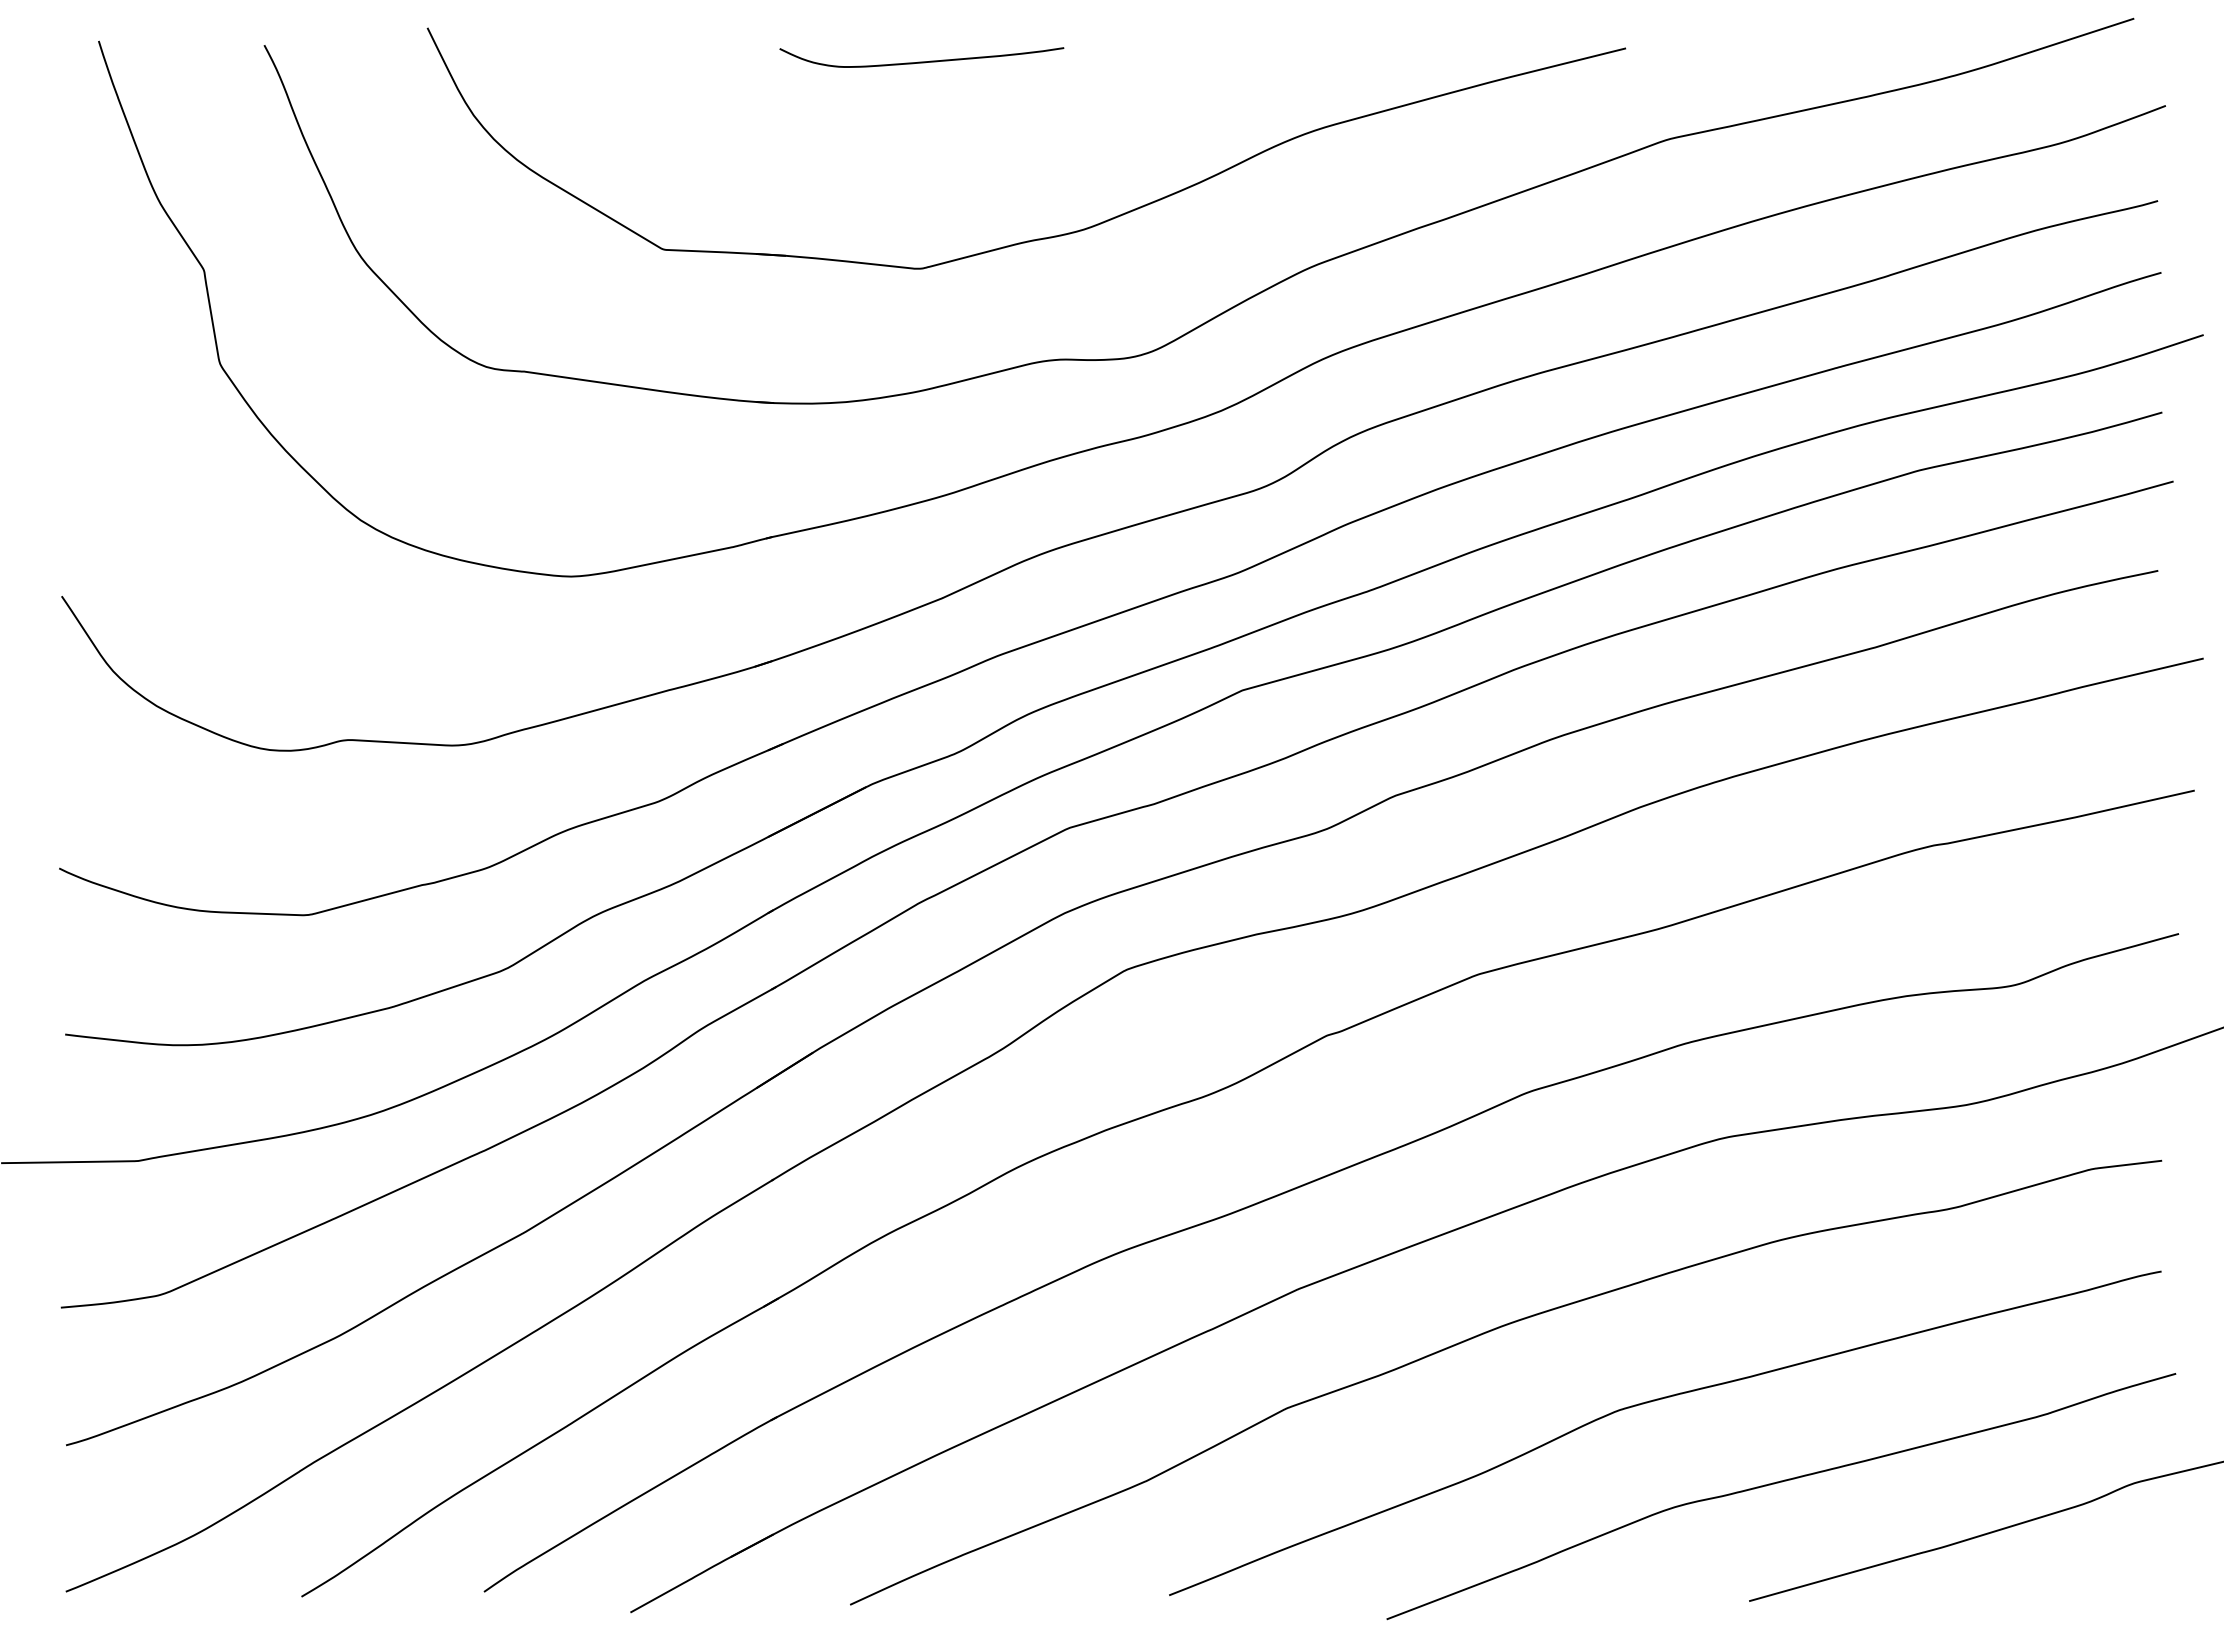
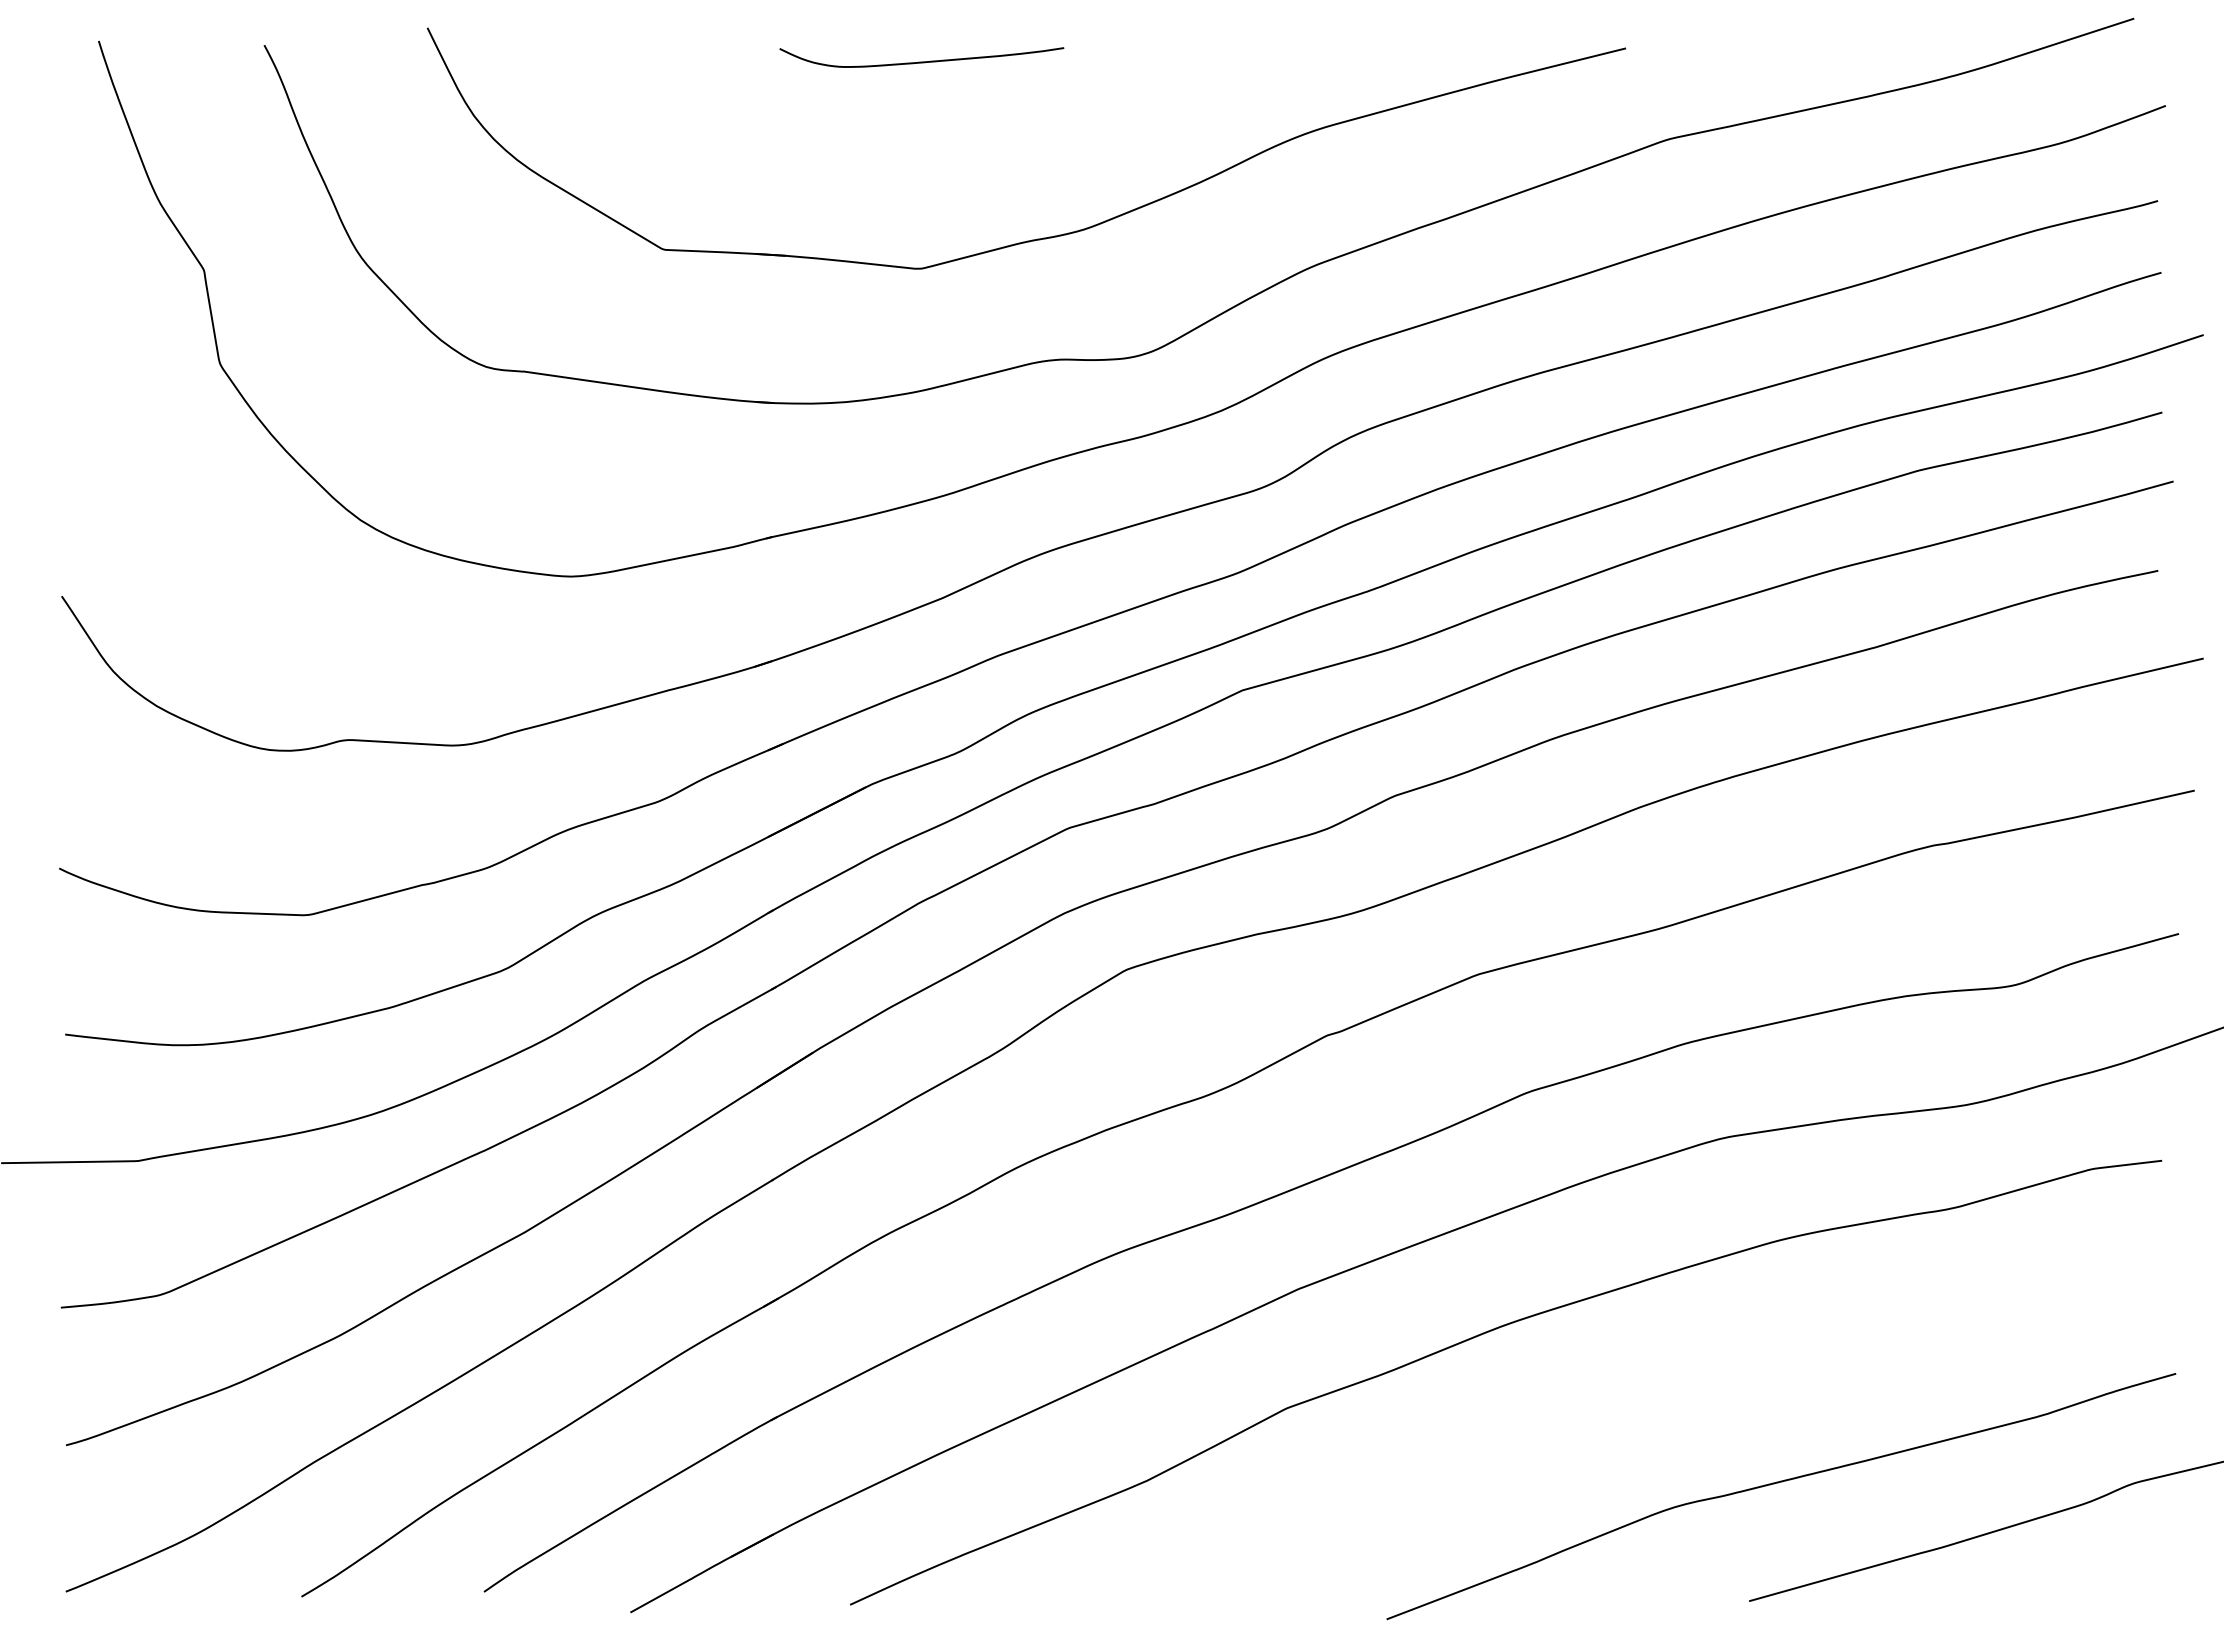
curve at (1658, 1400): present -> none
